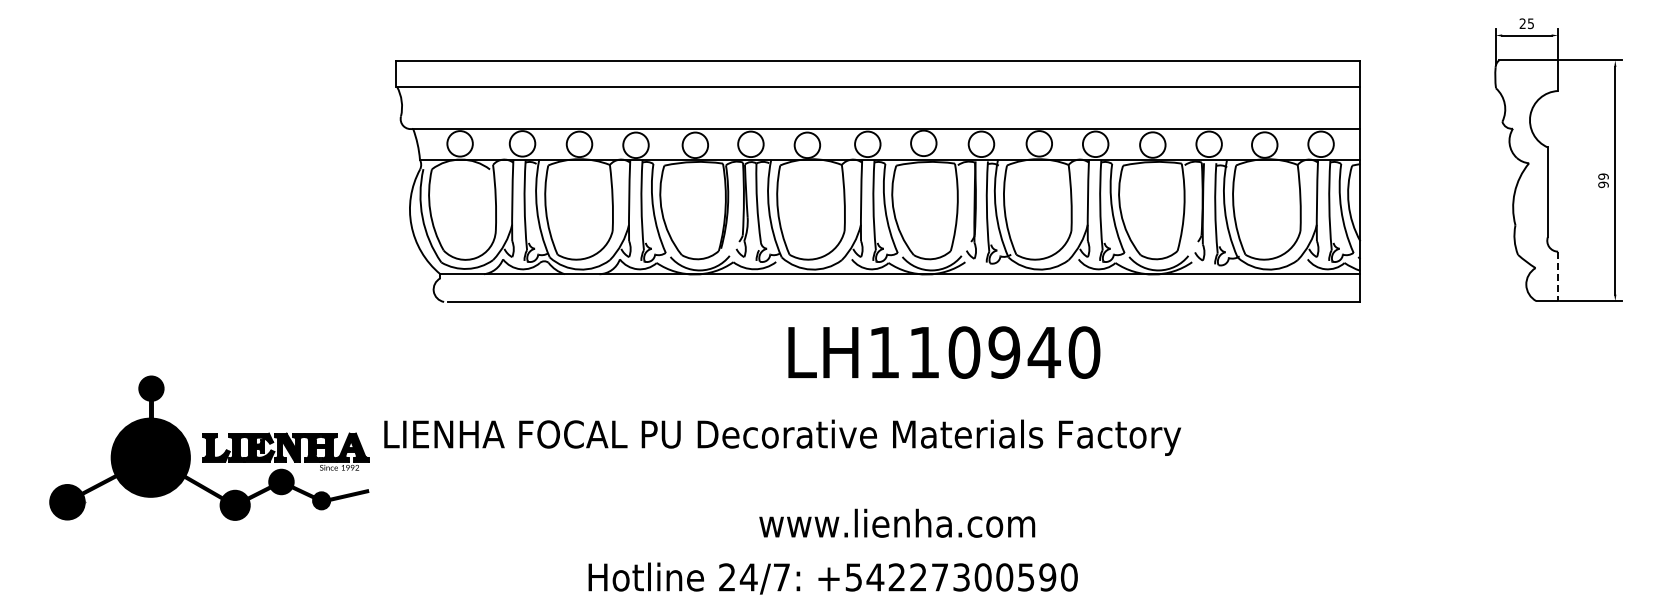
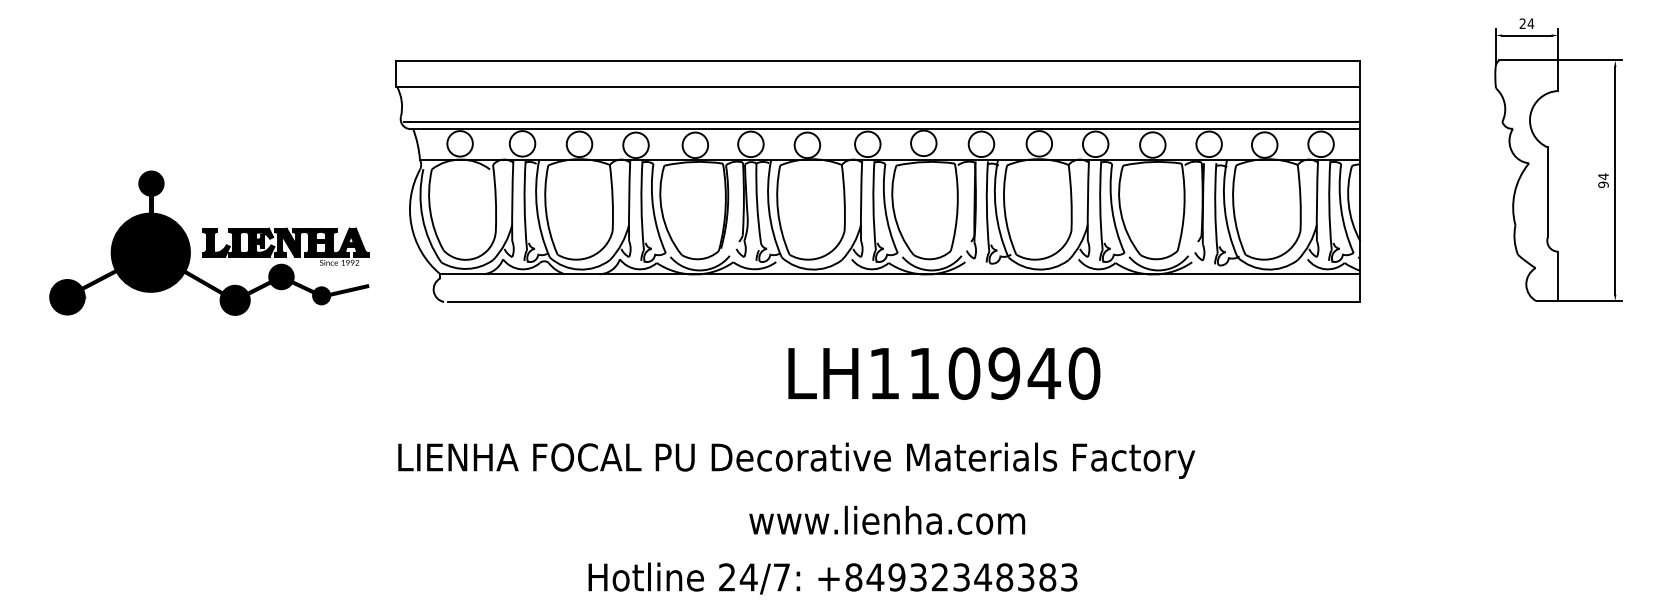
text at (1530, 23): 25 -> 24
line at (881, 122): none -> present
text at (1603, 176): 99 -> 94
line at (1558, 276): dashed -> solid
text at (944, 352) position: (944, 352) -> (944, 373)
text at (782, 437) position: (782, 437) -> (796, 460)
part at (209, 447) position: (209, 447) -> (209, 242)
text at (897, 522) position: (897, 522) -> (887, 519)
text at (961, 577): +54227300590 -> +84932348383
